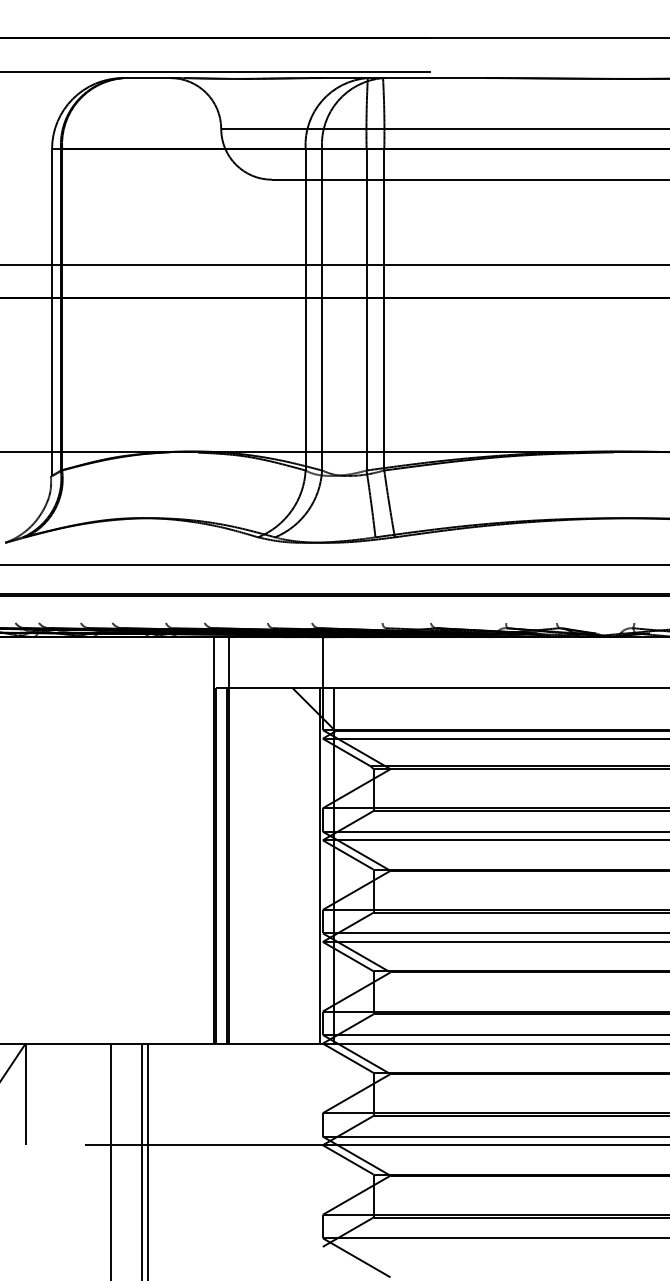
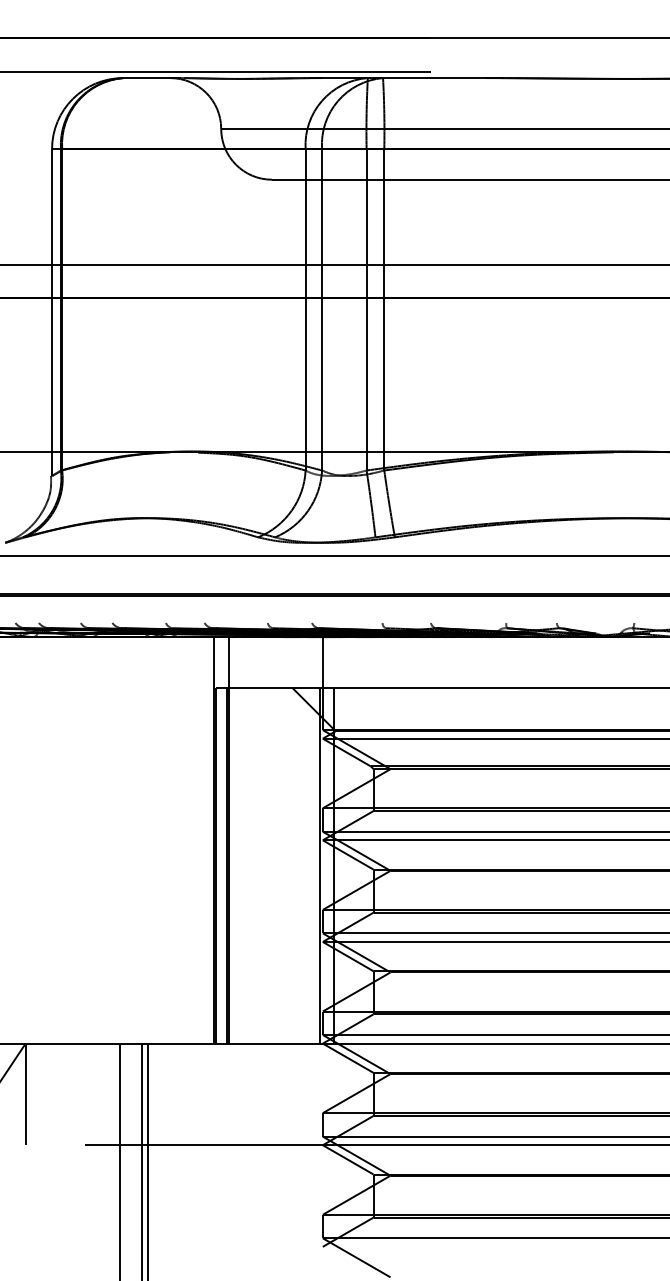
line at (334, 565) position: (334, 565) -> (334, 556)
line at (110, 1160) position: (110, 1160) -> (119, 1160)
